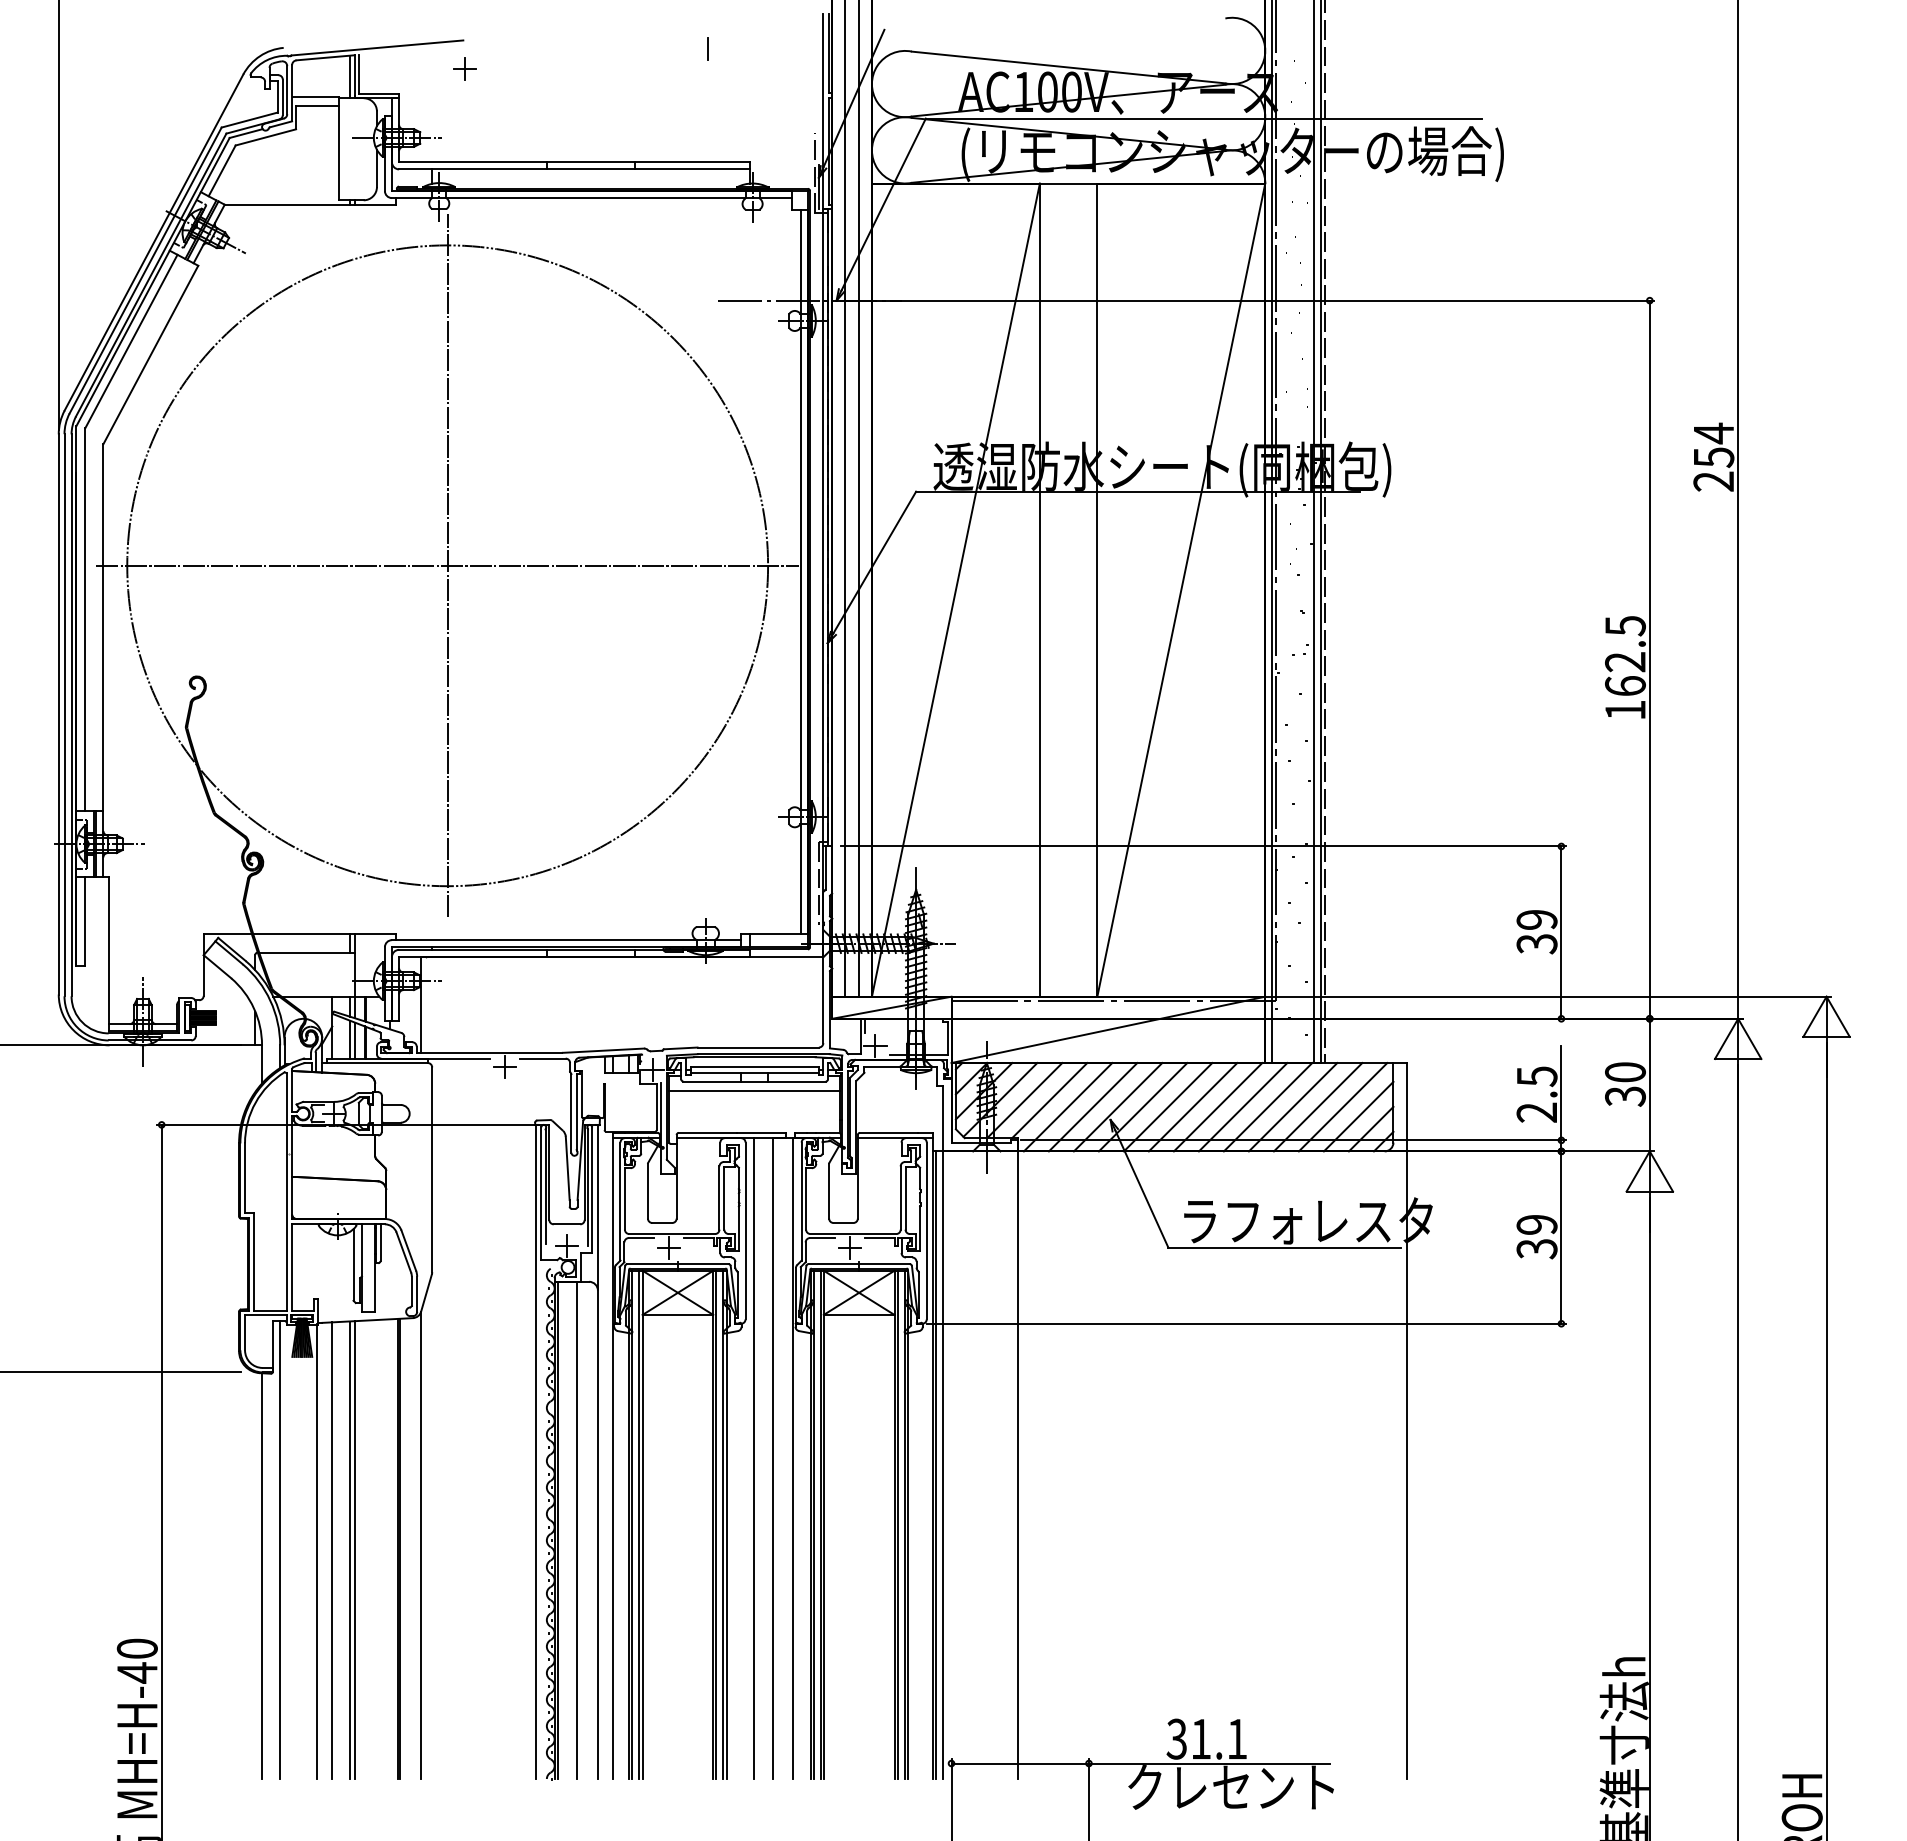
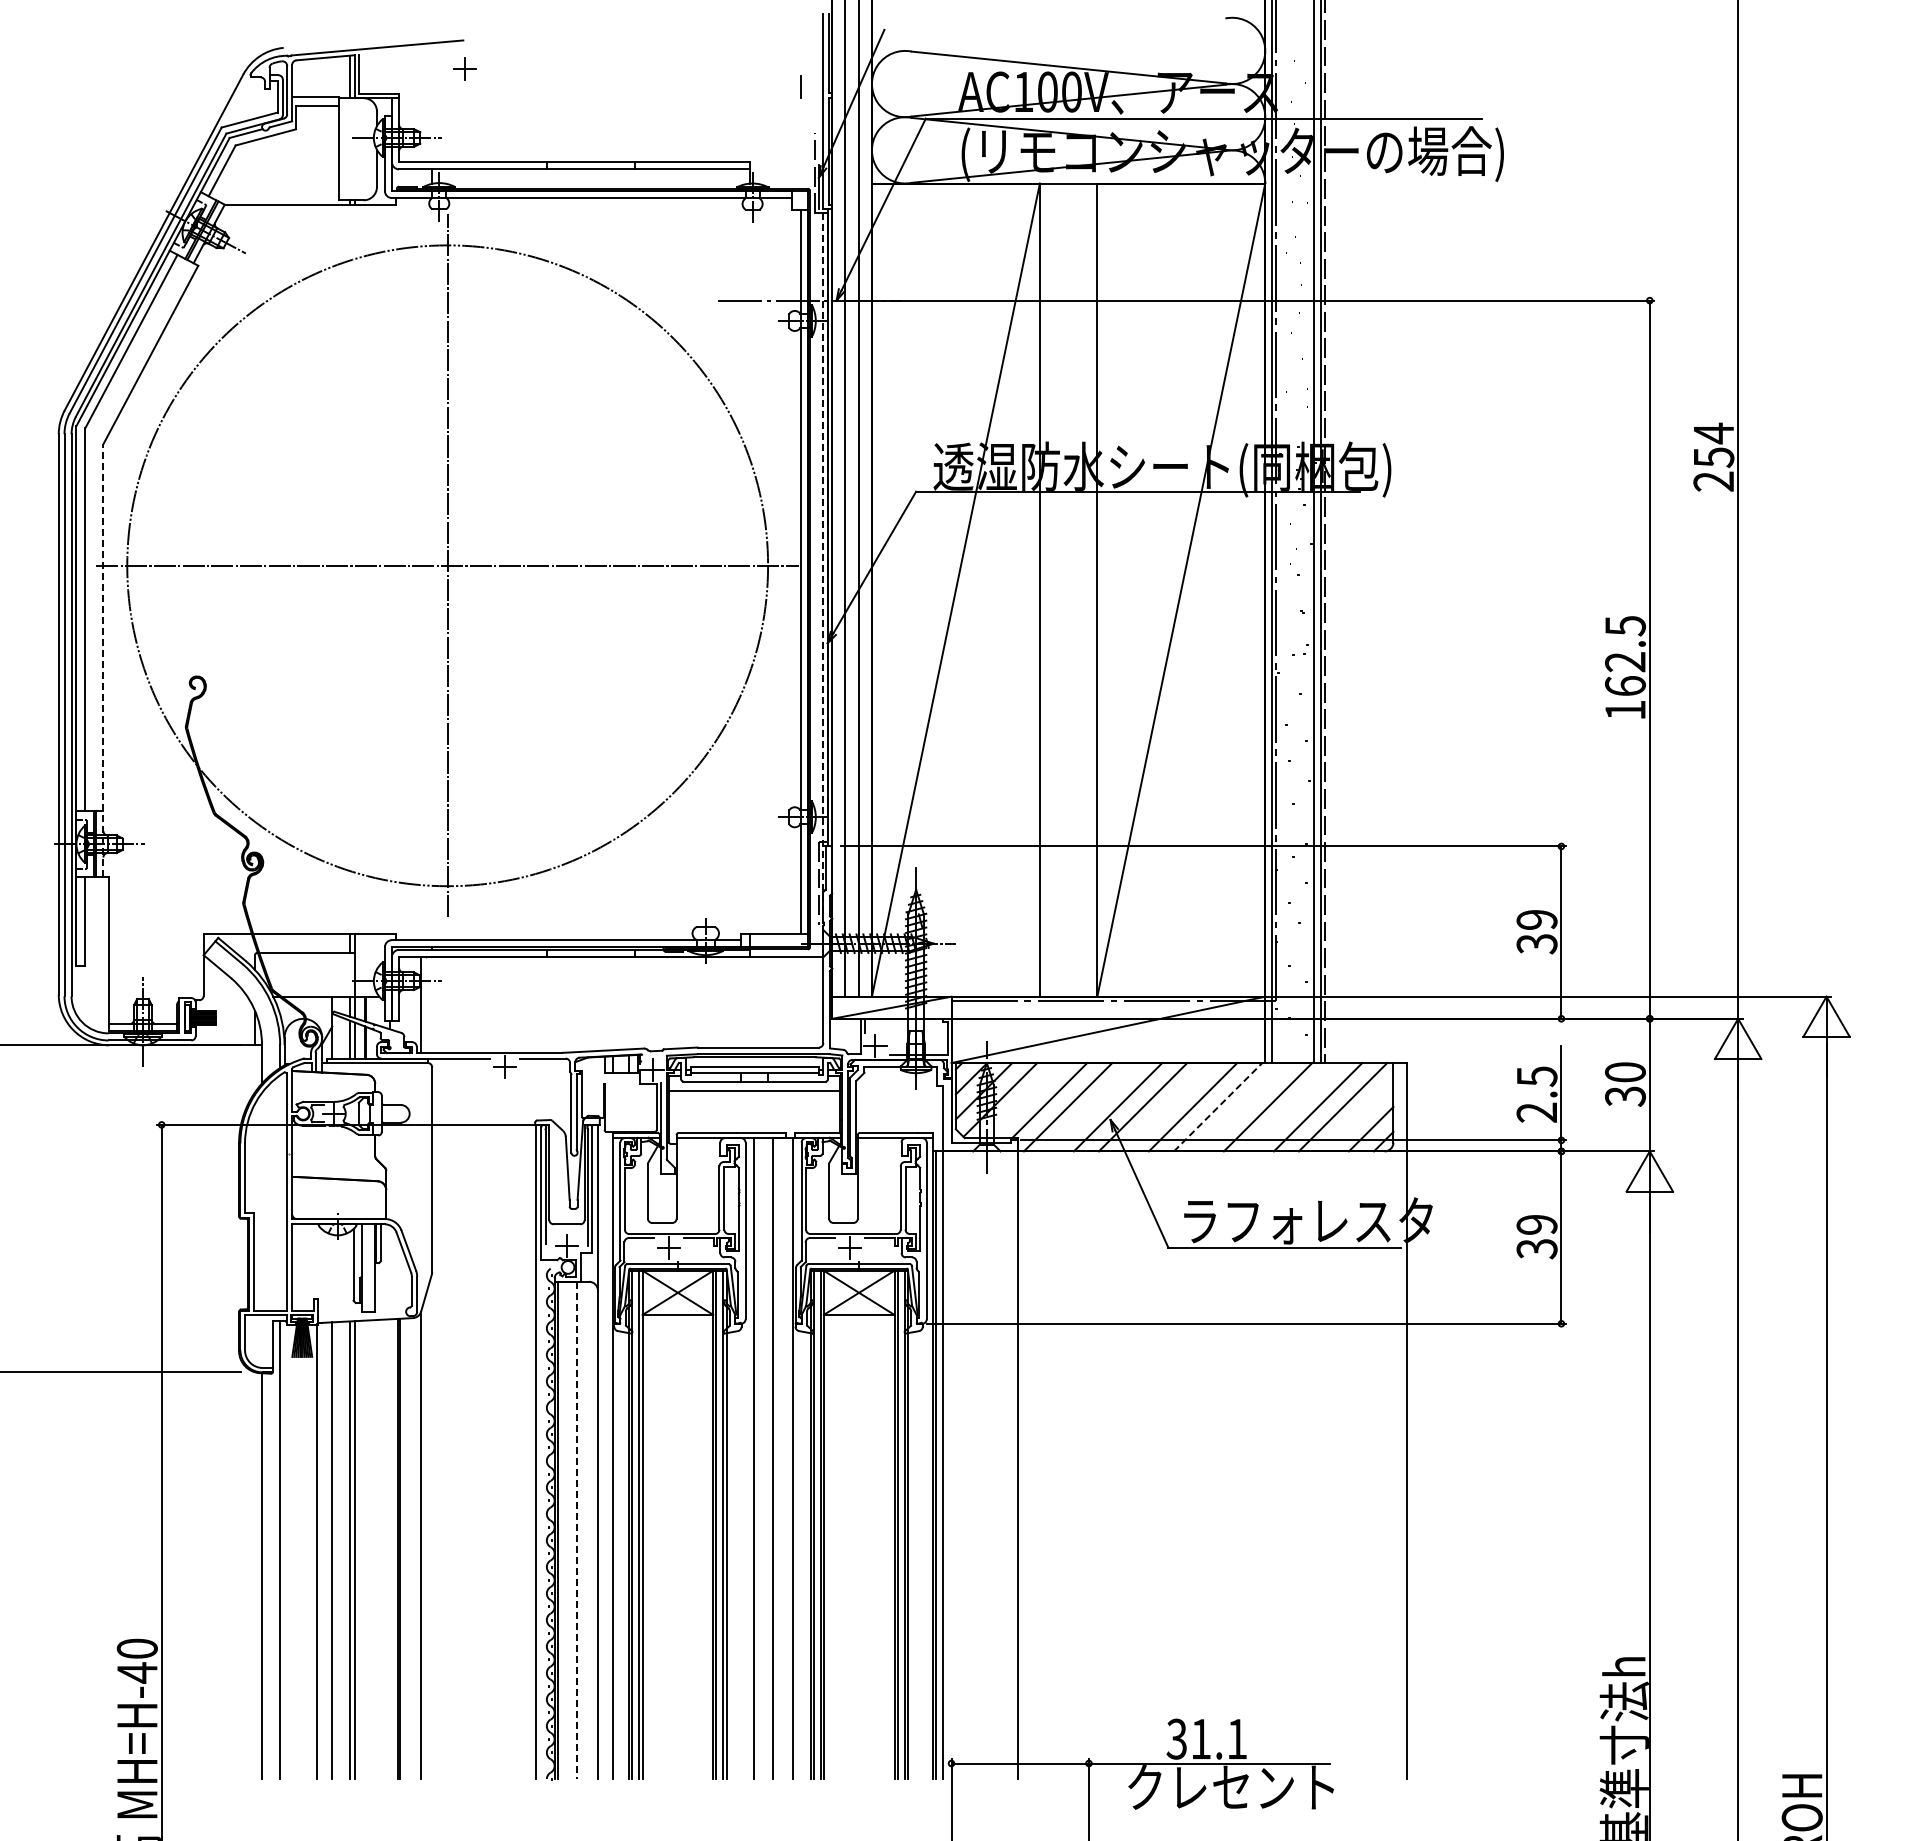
line at (707, 48) position: (707, 48) -> (800, 86)
line at (58, 216): present -> none
line at (823, 582): solid -> dashed
line at (103, 660): solid -> dashed
line at (1024, 1100): present -> none
line at (1092, 1107): present -> none
line at (1167, 1107): present -> none
line at (1218, 1107): solid -> dashed
line at (1242, 1107): present -> none
line at (1292, 1107): present -> none
line at (1358, 1116): present -> none
line at (576, 1530): solid -> dashed
